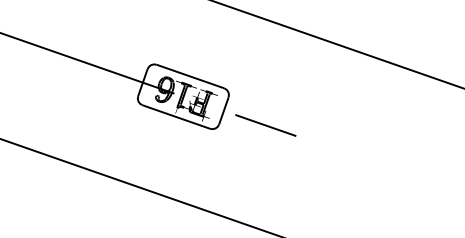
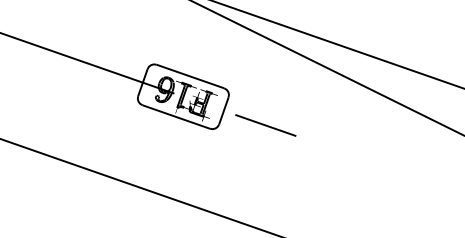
line at (327, 68): none -> present
